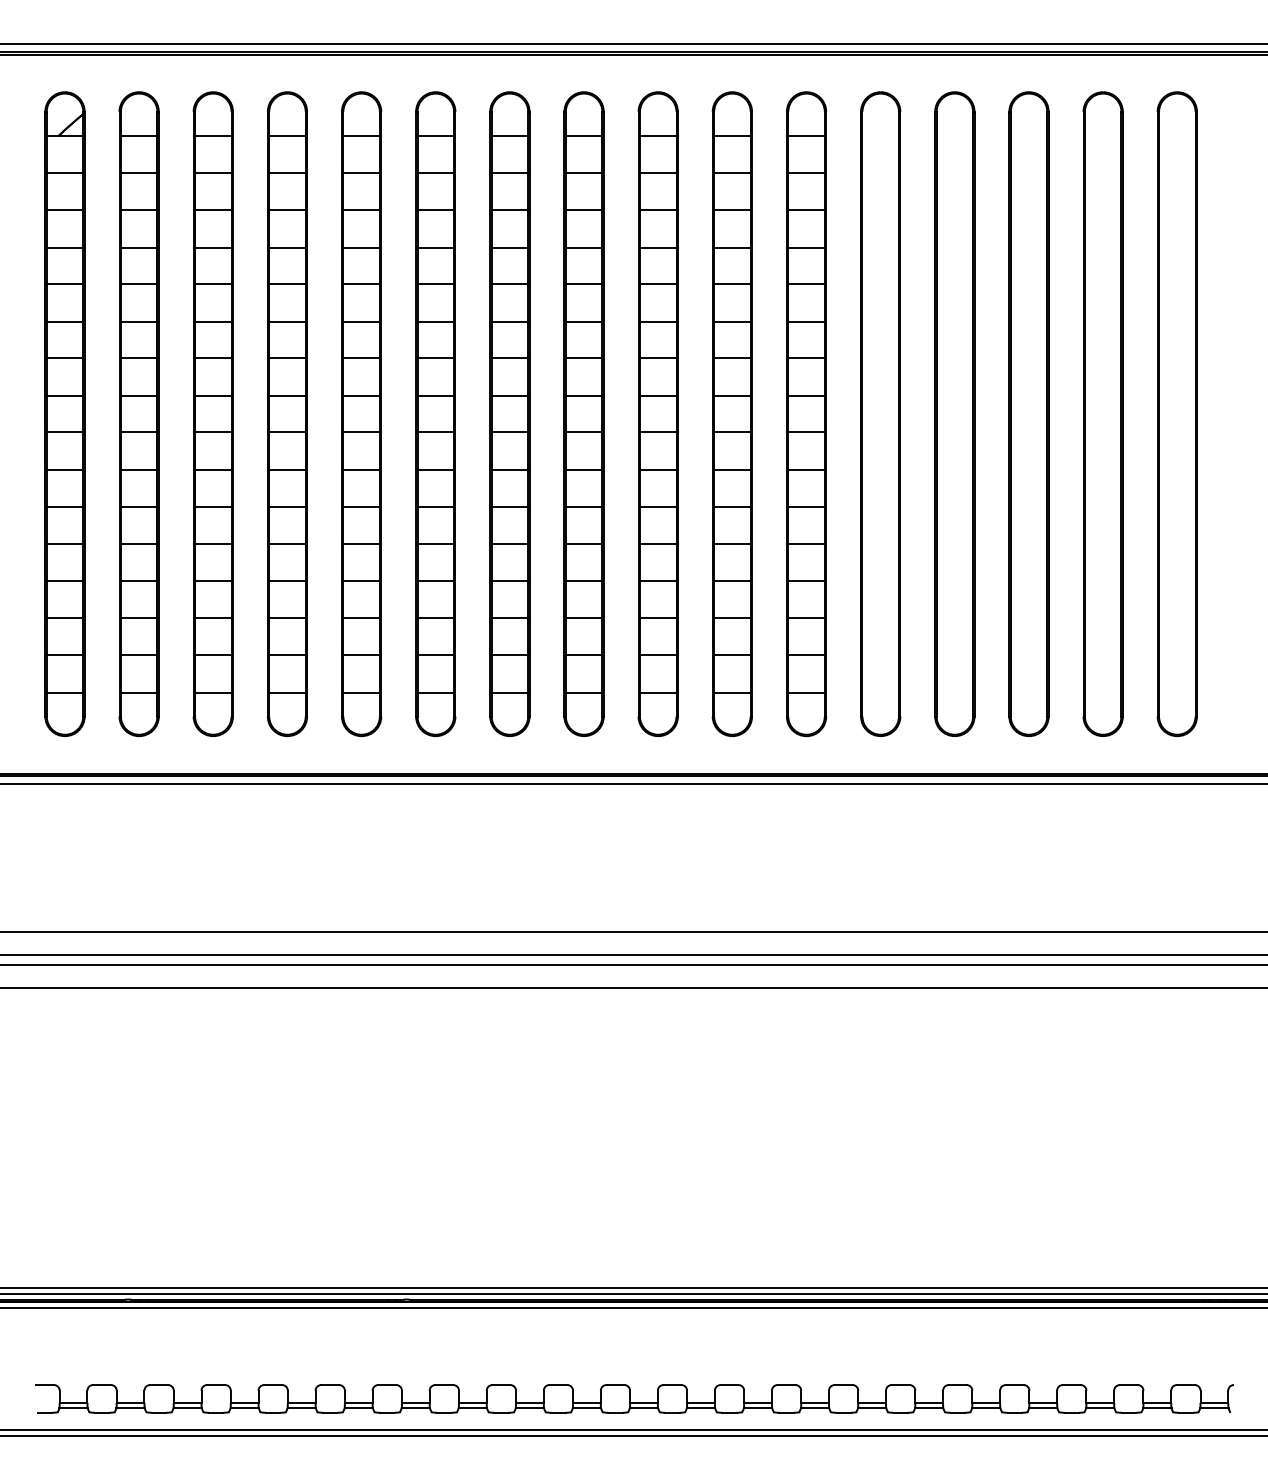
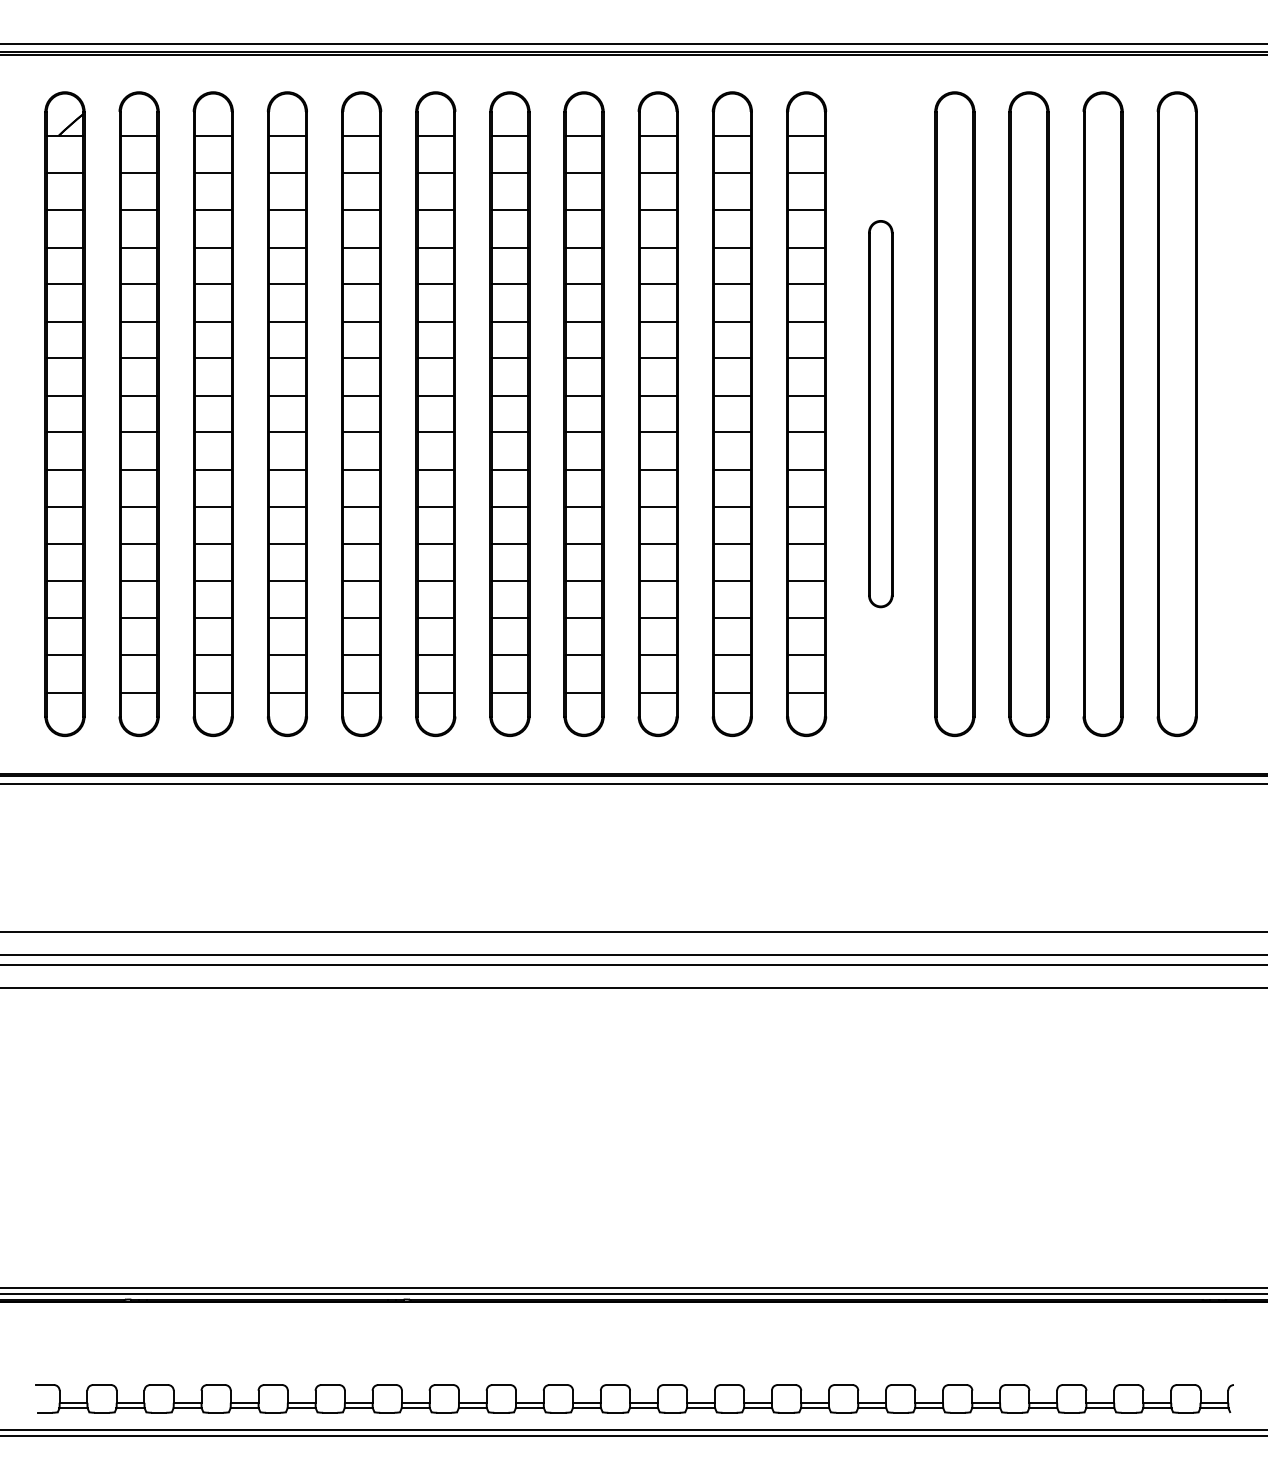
part at (880, 413) size: 42x646 px -> 26x389 px
line at (633, 1308): present -> none
